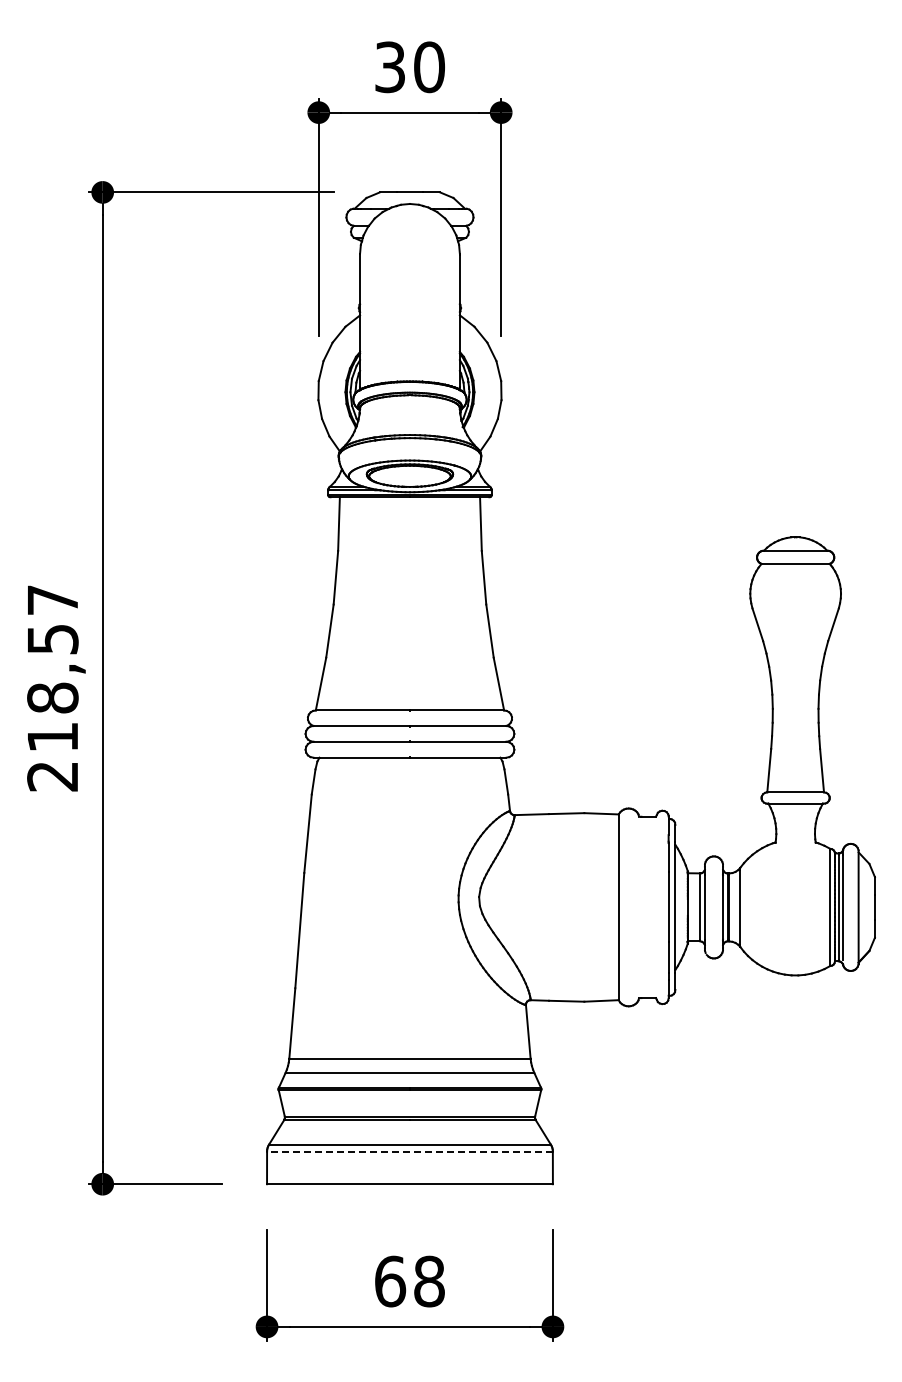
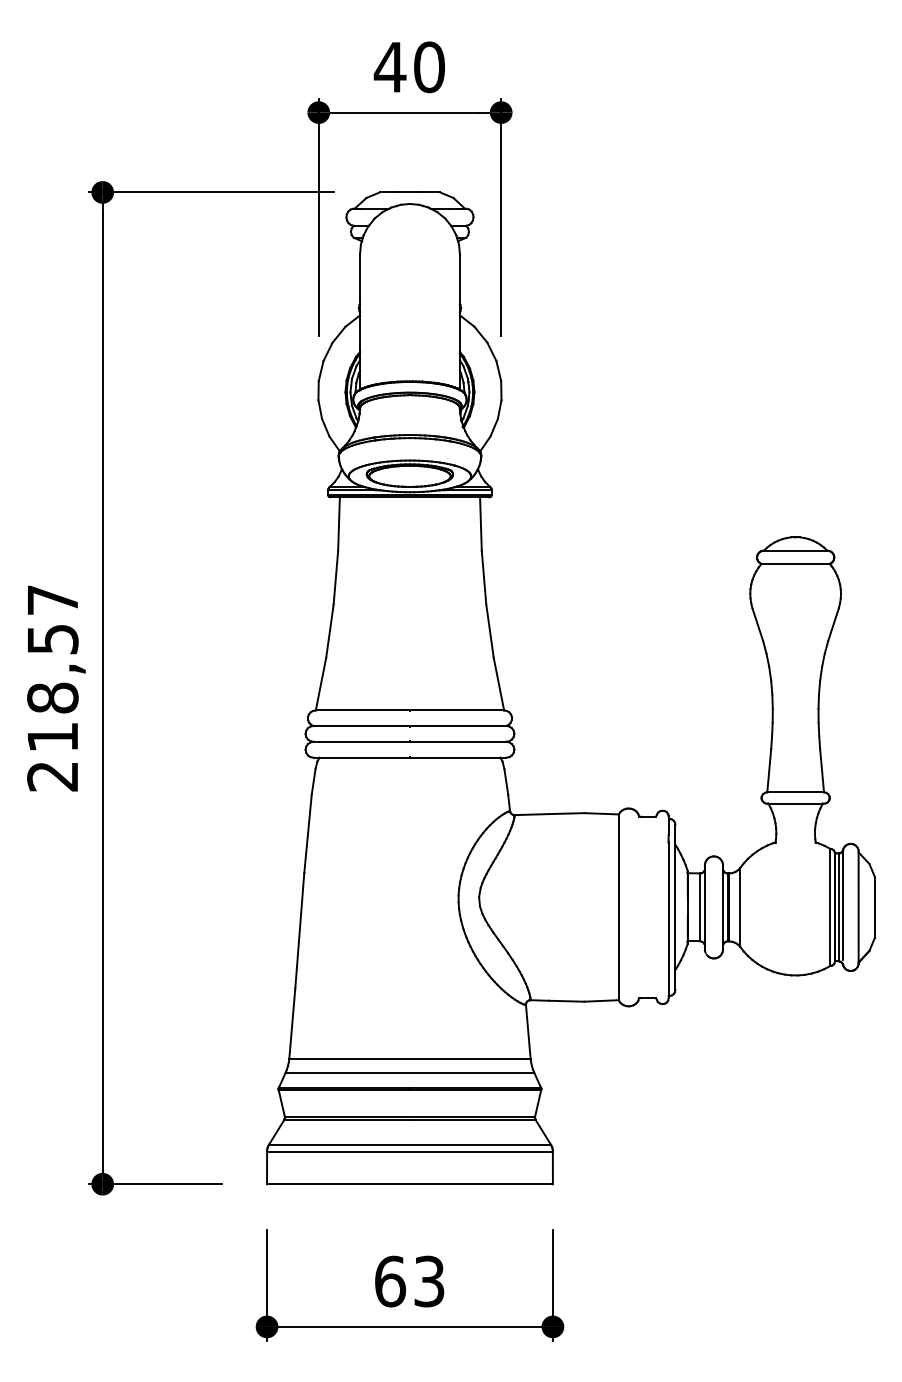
text at (389, 67): 30 -> 40
line at (409, 1151): dashed -> solid
text at (429, 1281): 68 -> 63
